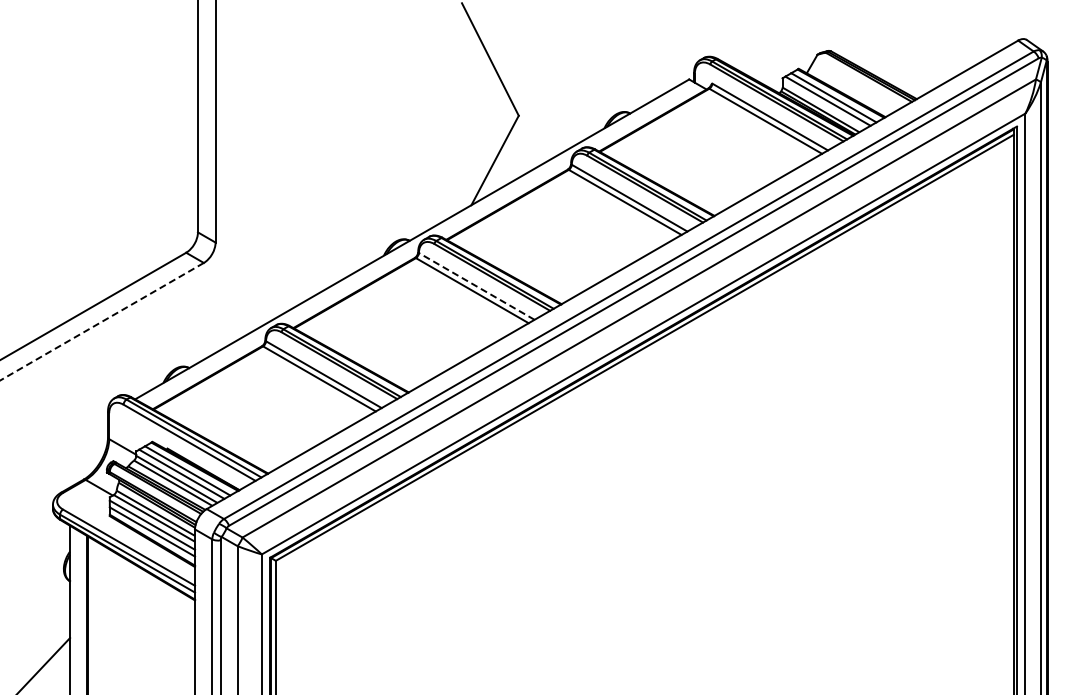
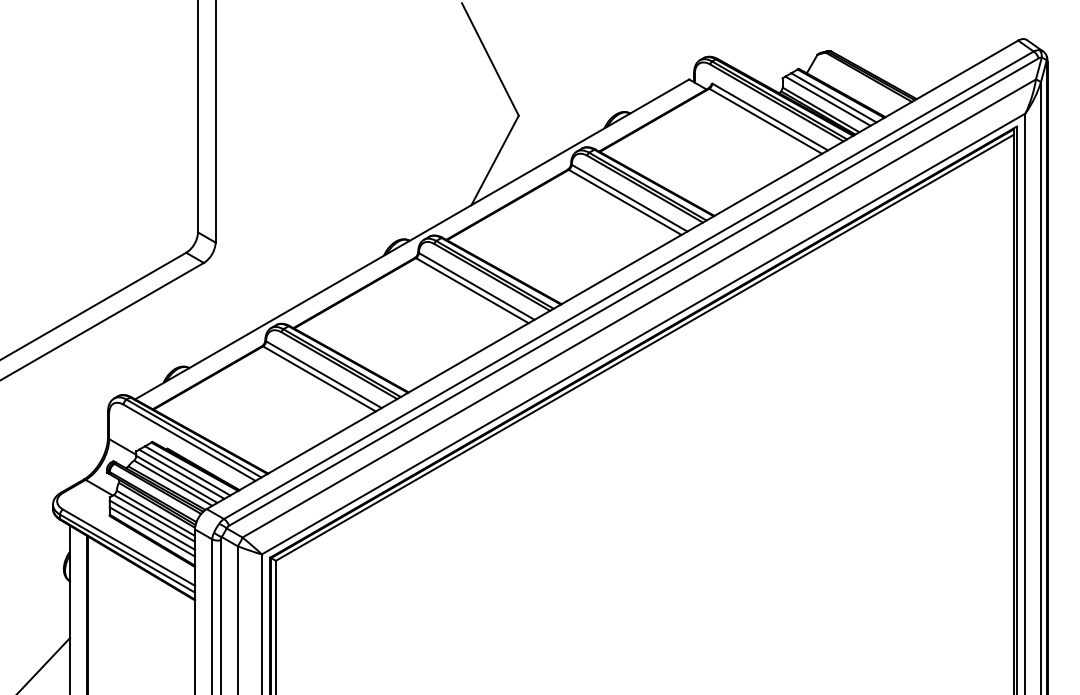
line at (476, 286): dashed -> solid
line at (101, 321): dashed -> solid
